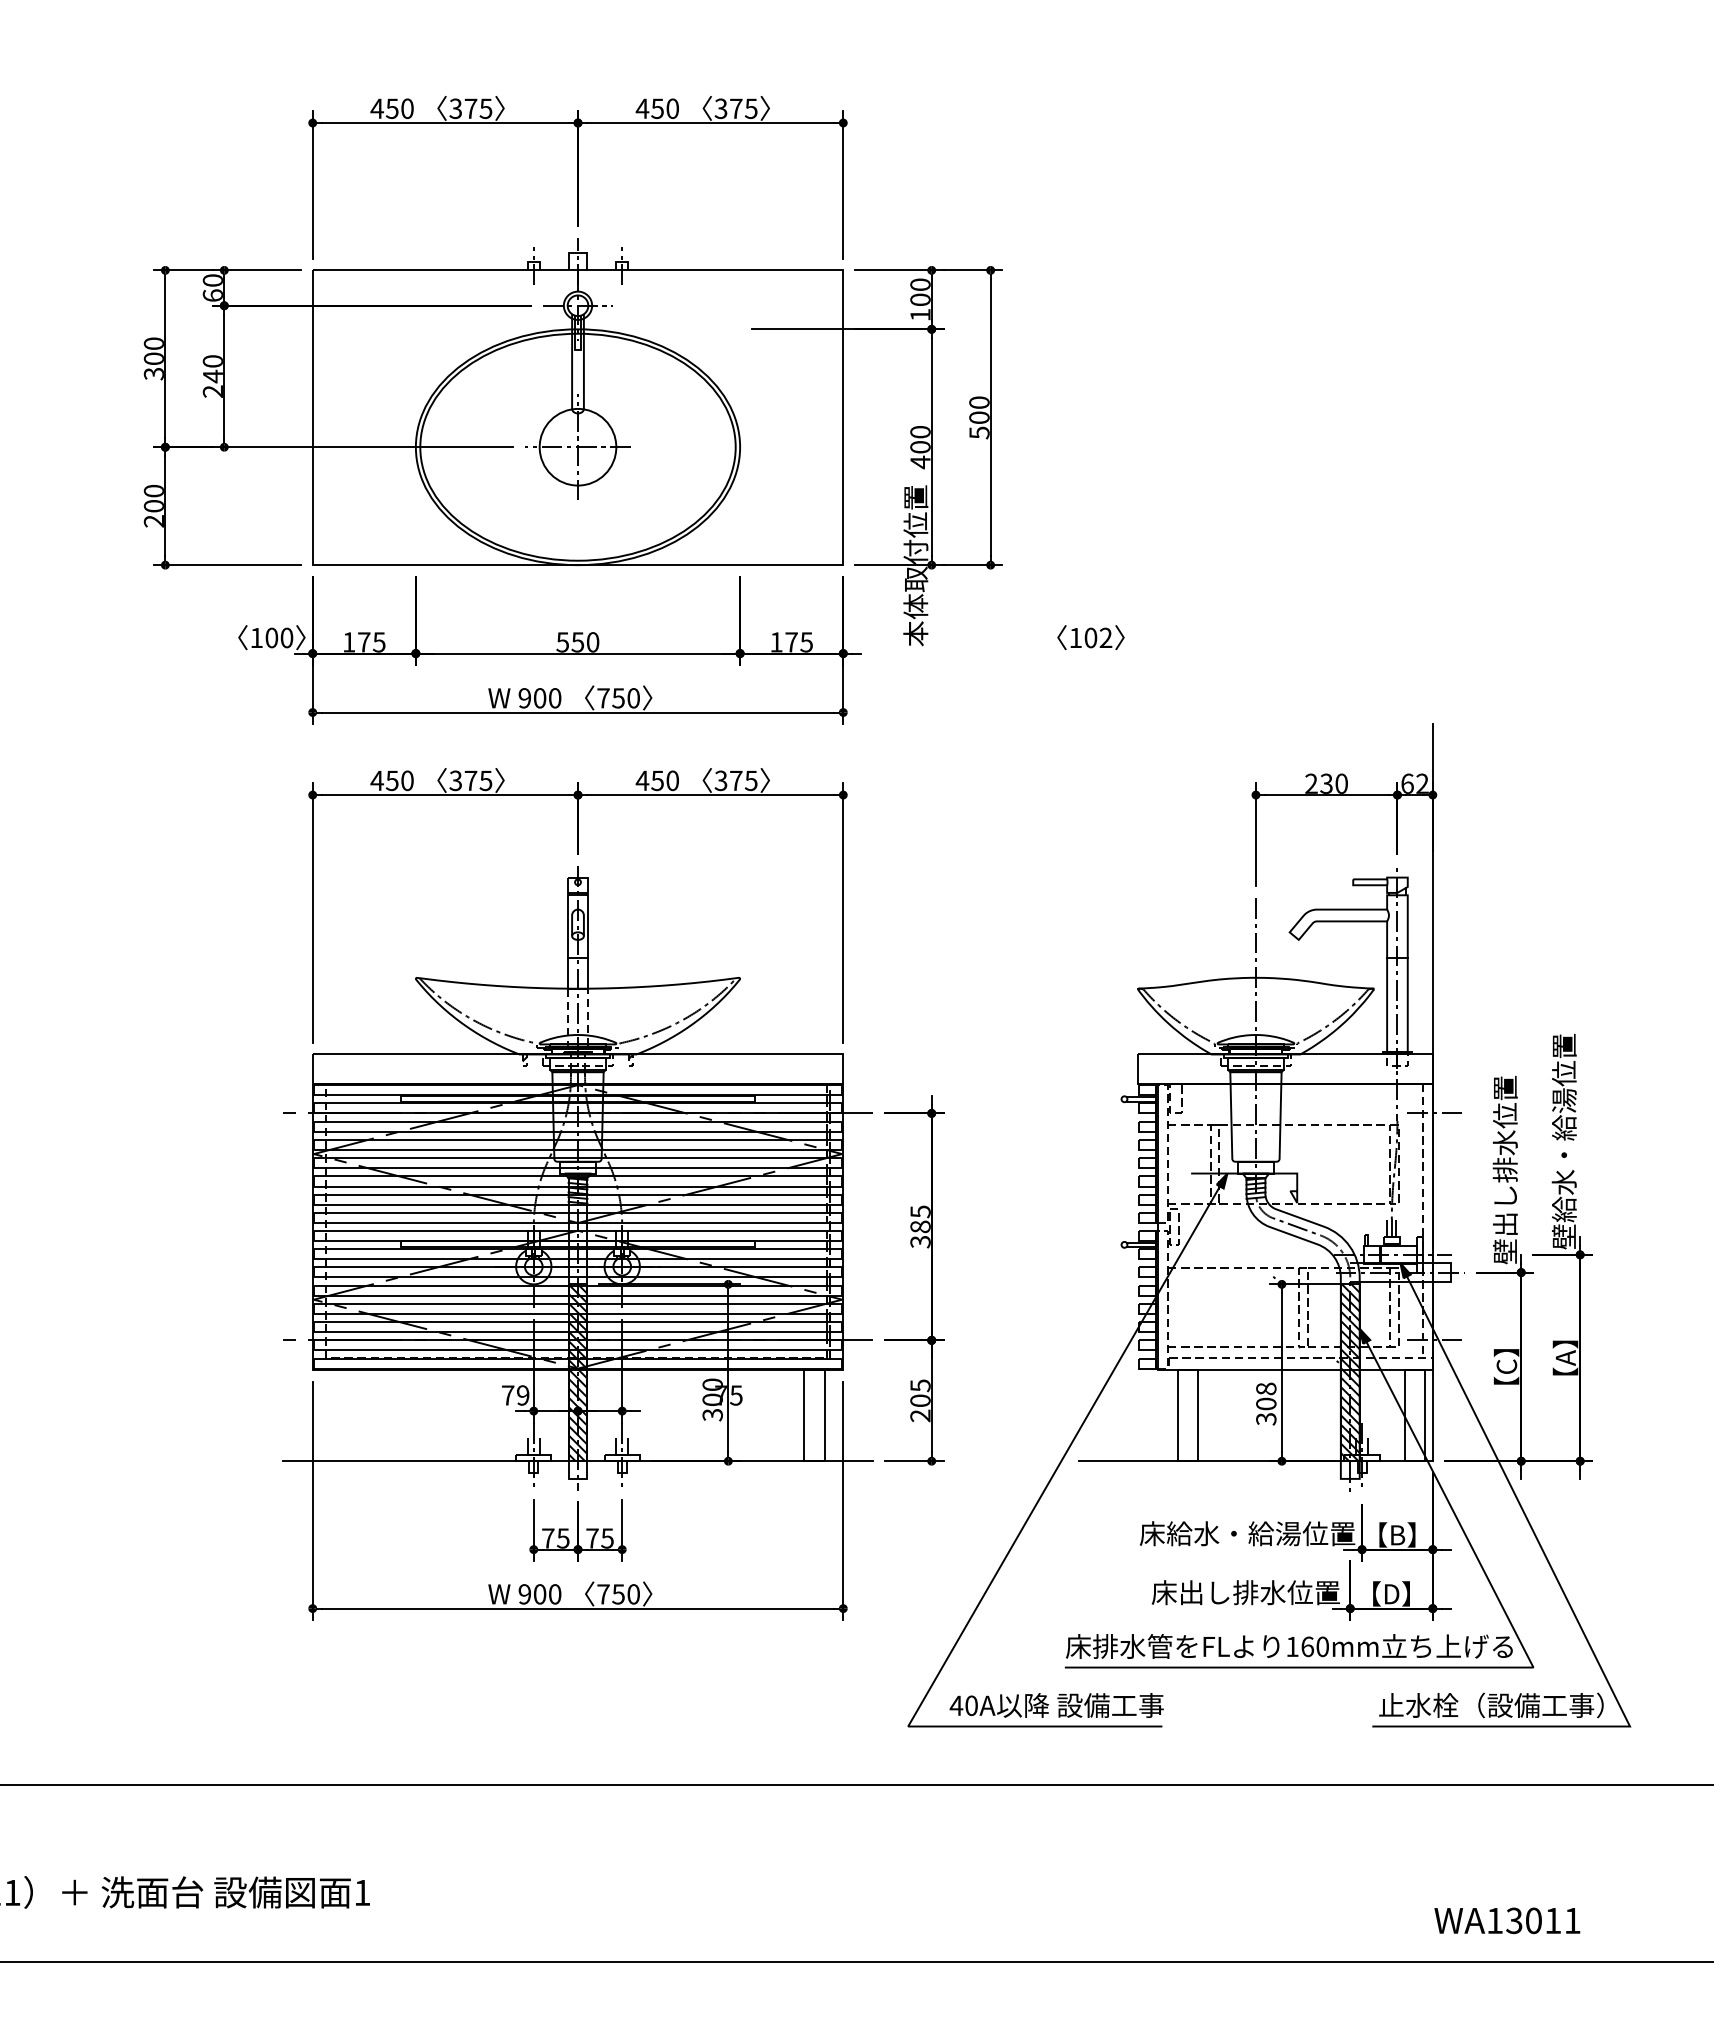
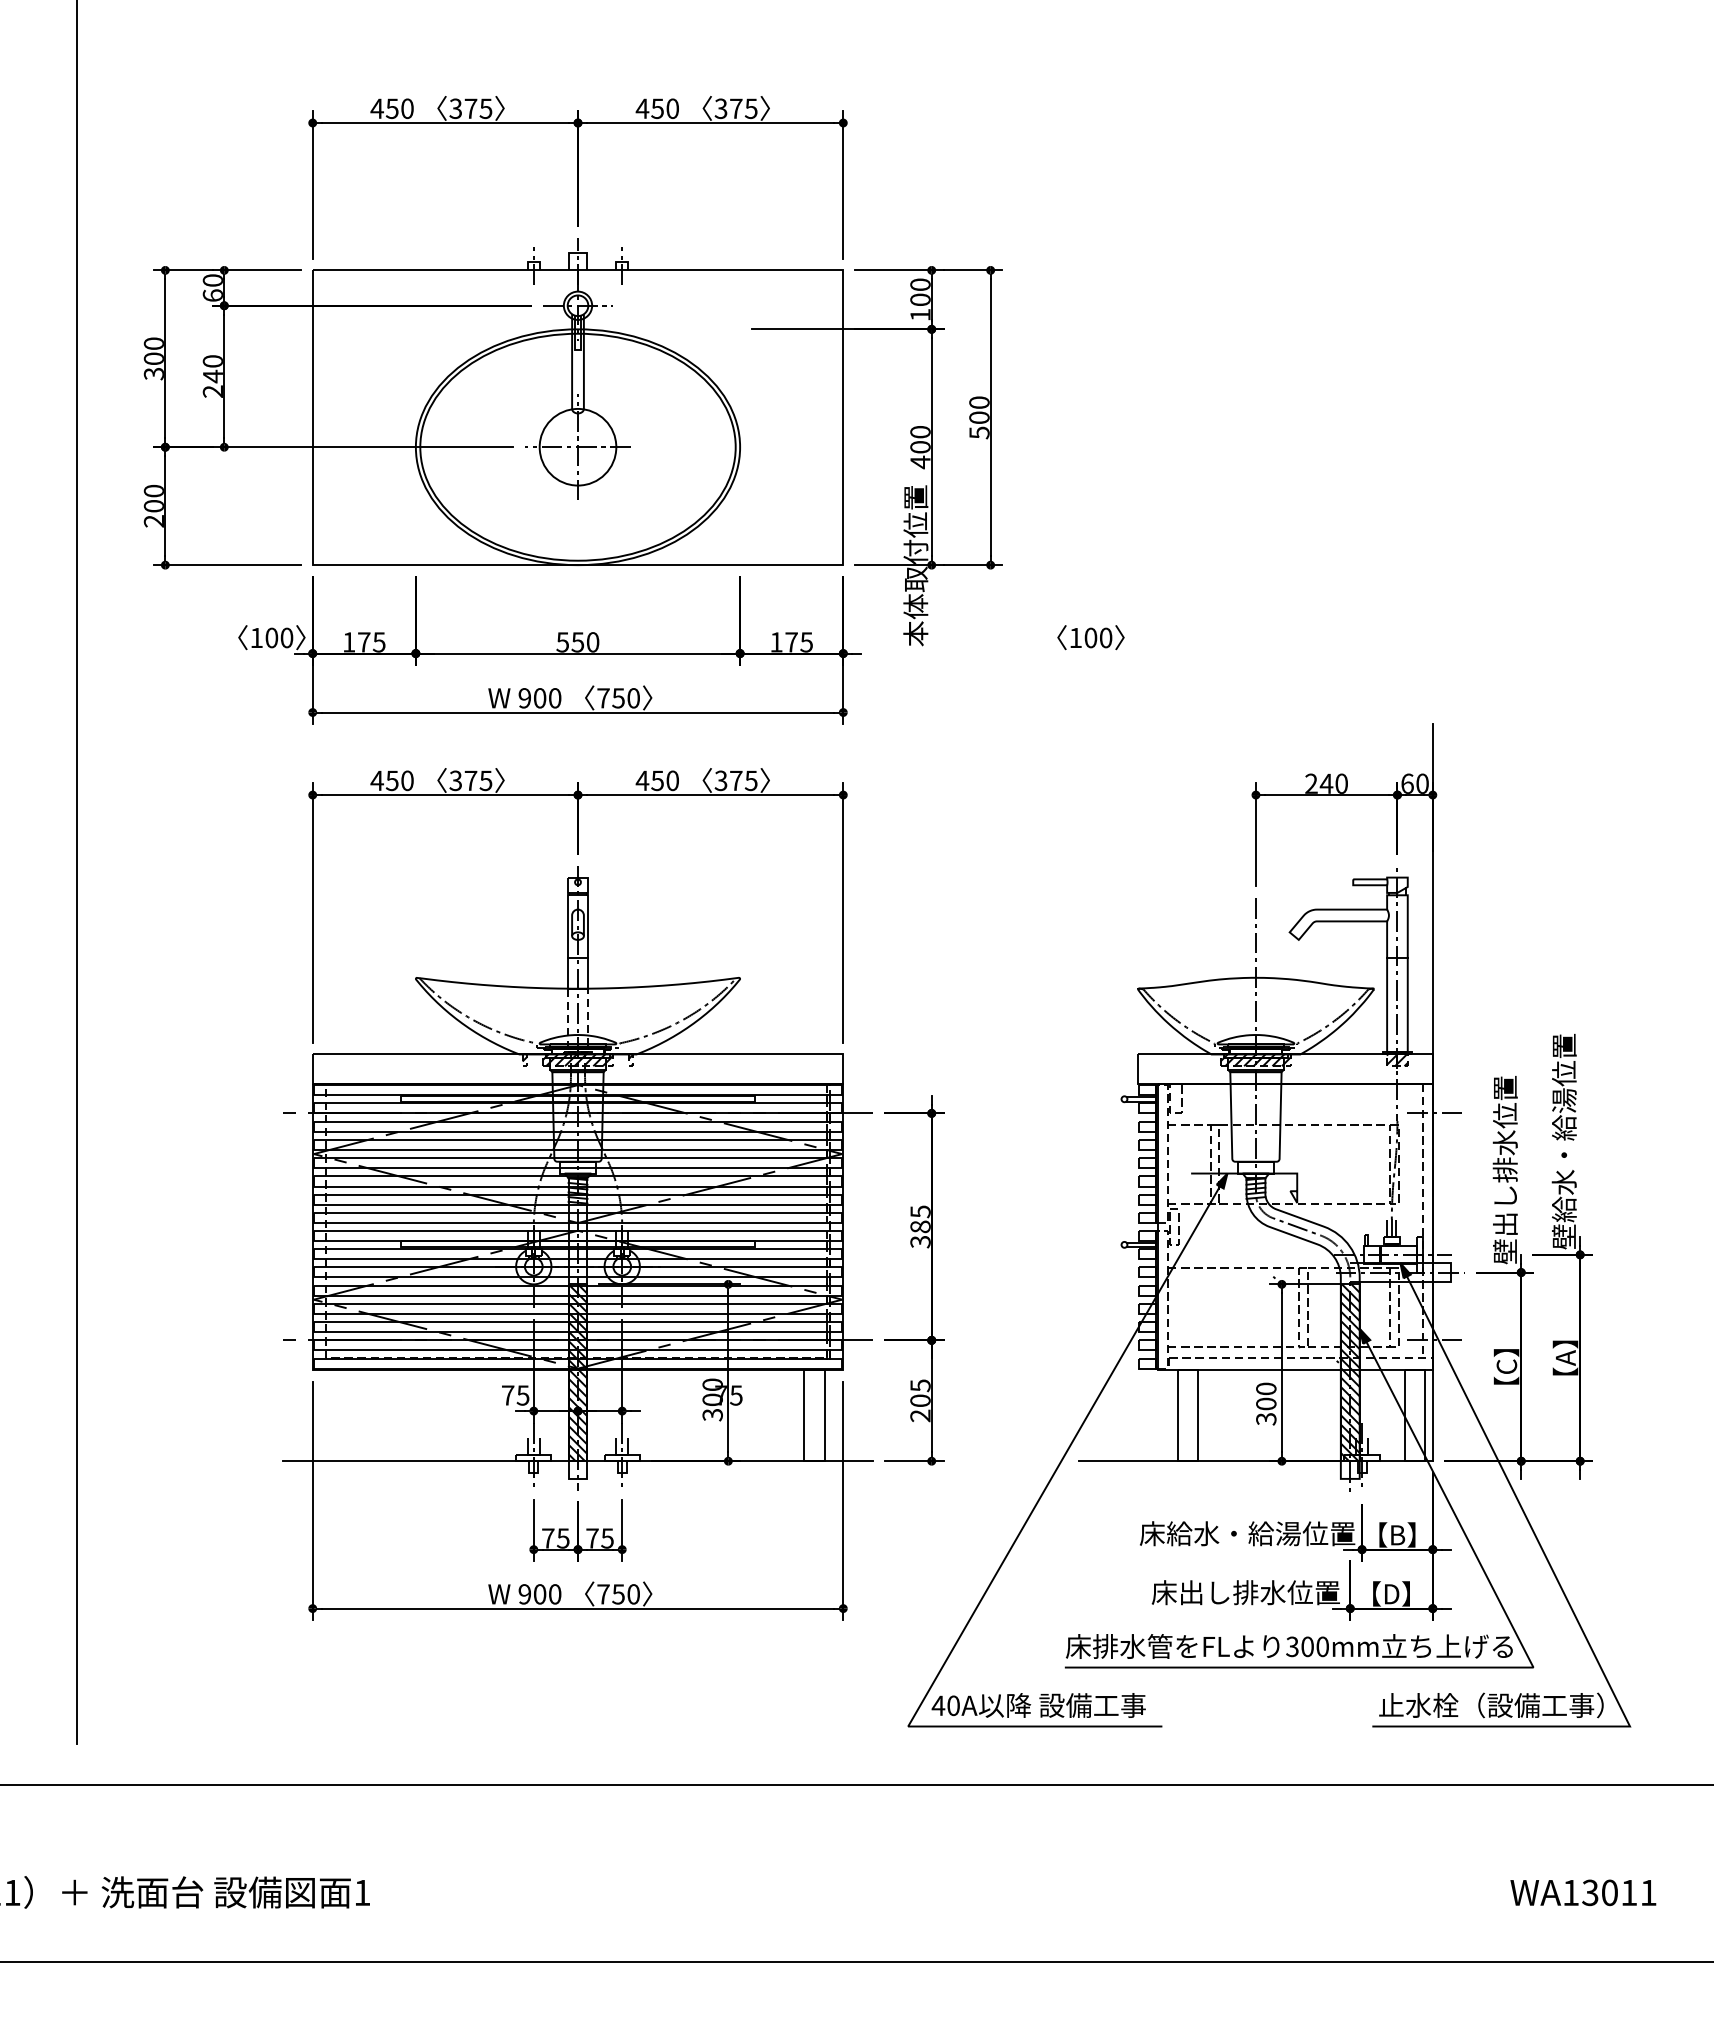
text at (1105, 637): 102 -> 100
text at (1326, 783): 230 -> 240
text at (1422, 783): 62 -> 60
line at (76, 873): none -> present
hatch at (577, 1060): none -> present
hatch at (1255, 1060): none -> present
hatch at (1397, 1060): none -> present
text at (1266, 1388): 308 -> 300
text at (522, 1395): 79 -> 75
text at (1300, 1646): 160mm -> 300mm
text at (1056, 1705) position: (1056, 1705) -> (1038, 1705)
text at (1507, 1920) position: (1507, 1920) -> (1583, 1892)
